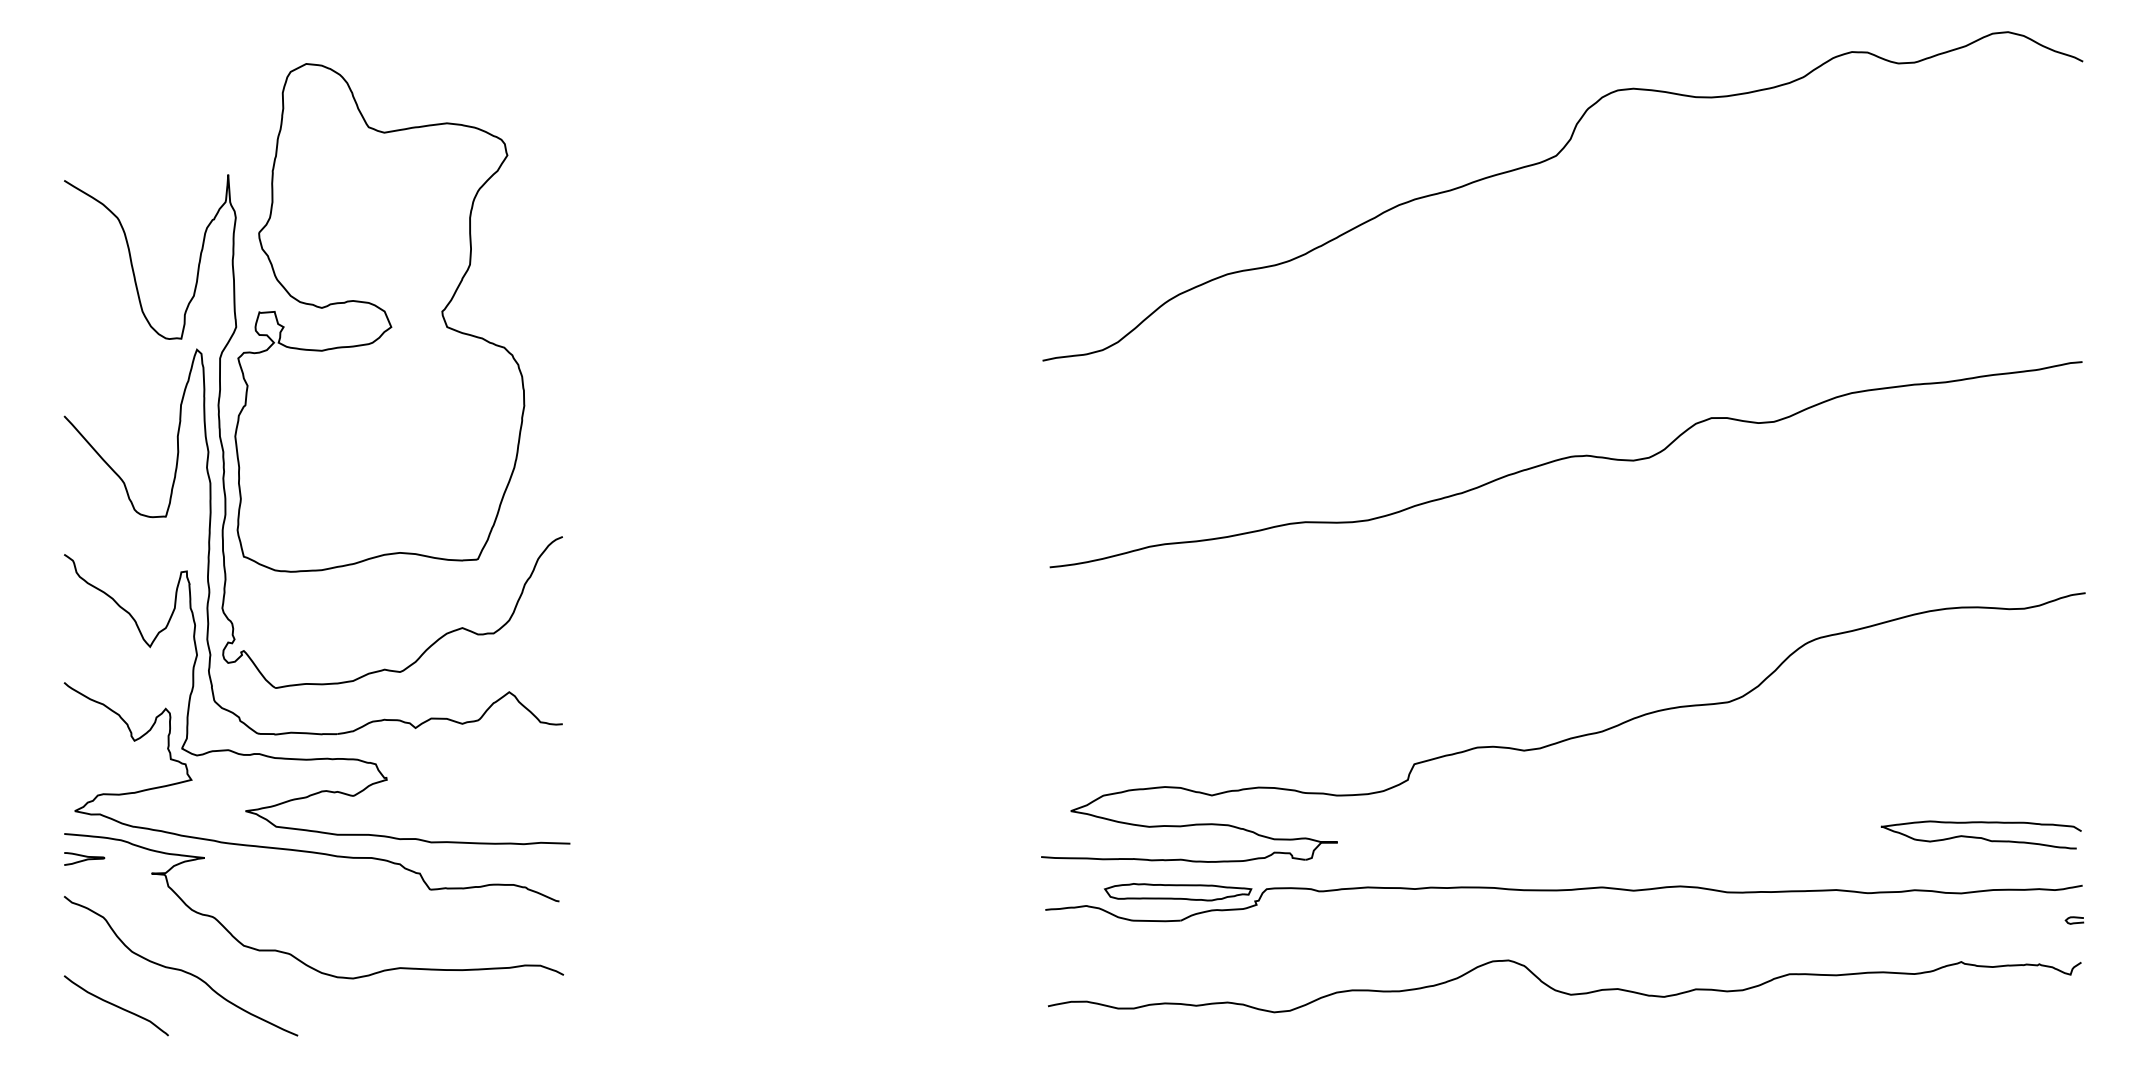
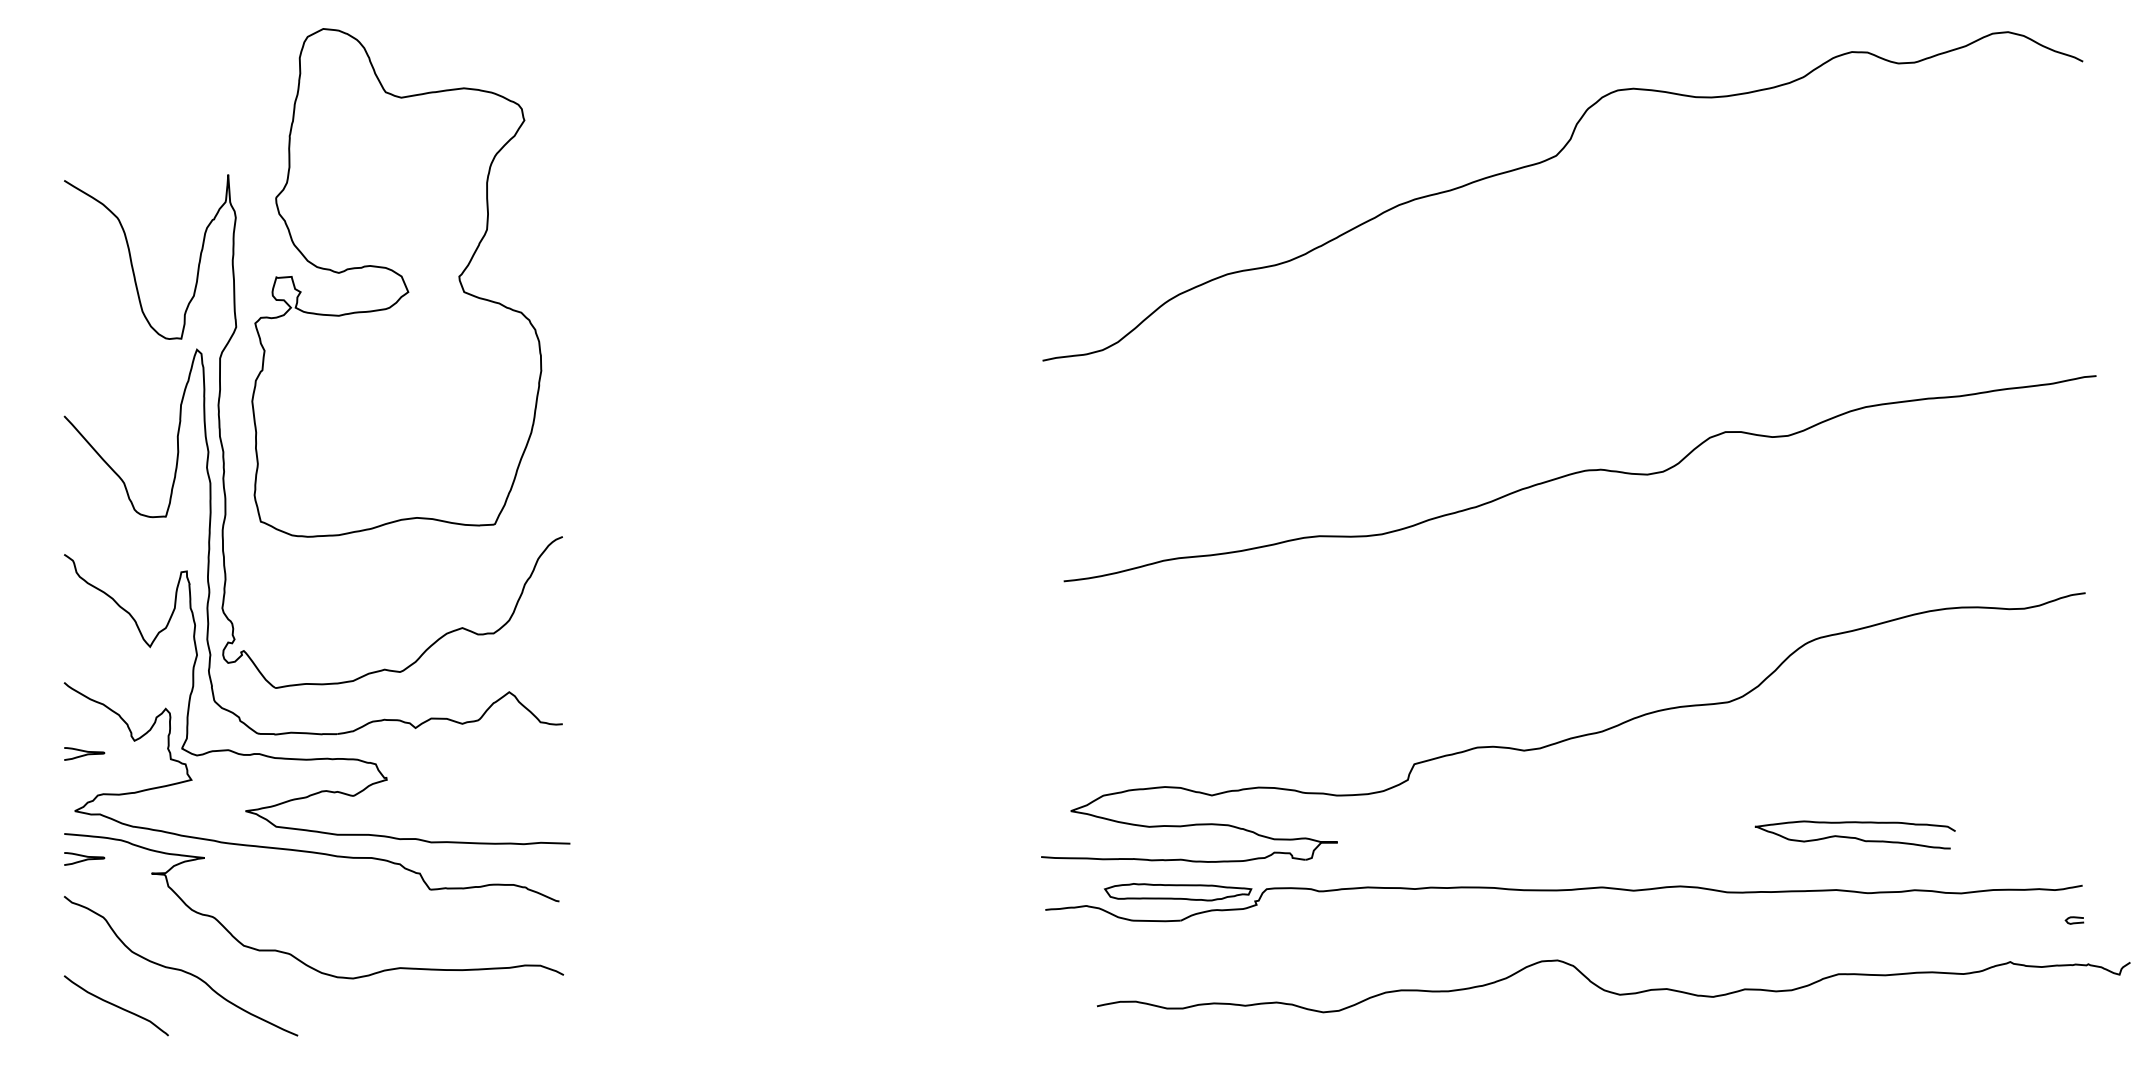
part at (385, 316) position: (385, 316) -> (402, 281)
curve at (1565, 459) position: (1565, 459) -> (1579, 473)
curve at (84, 752): none -> present
curve at (1980, 837) position: (1980, 837) -> (1854, 837)
curve at (1563, 991) position: (1563, 991) -> (1612, 991)
